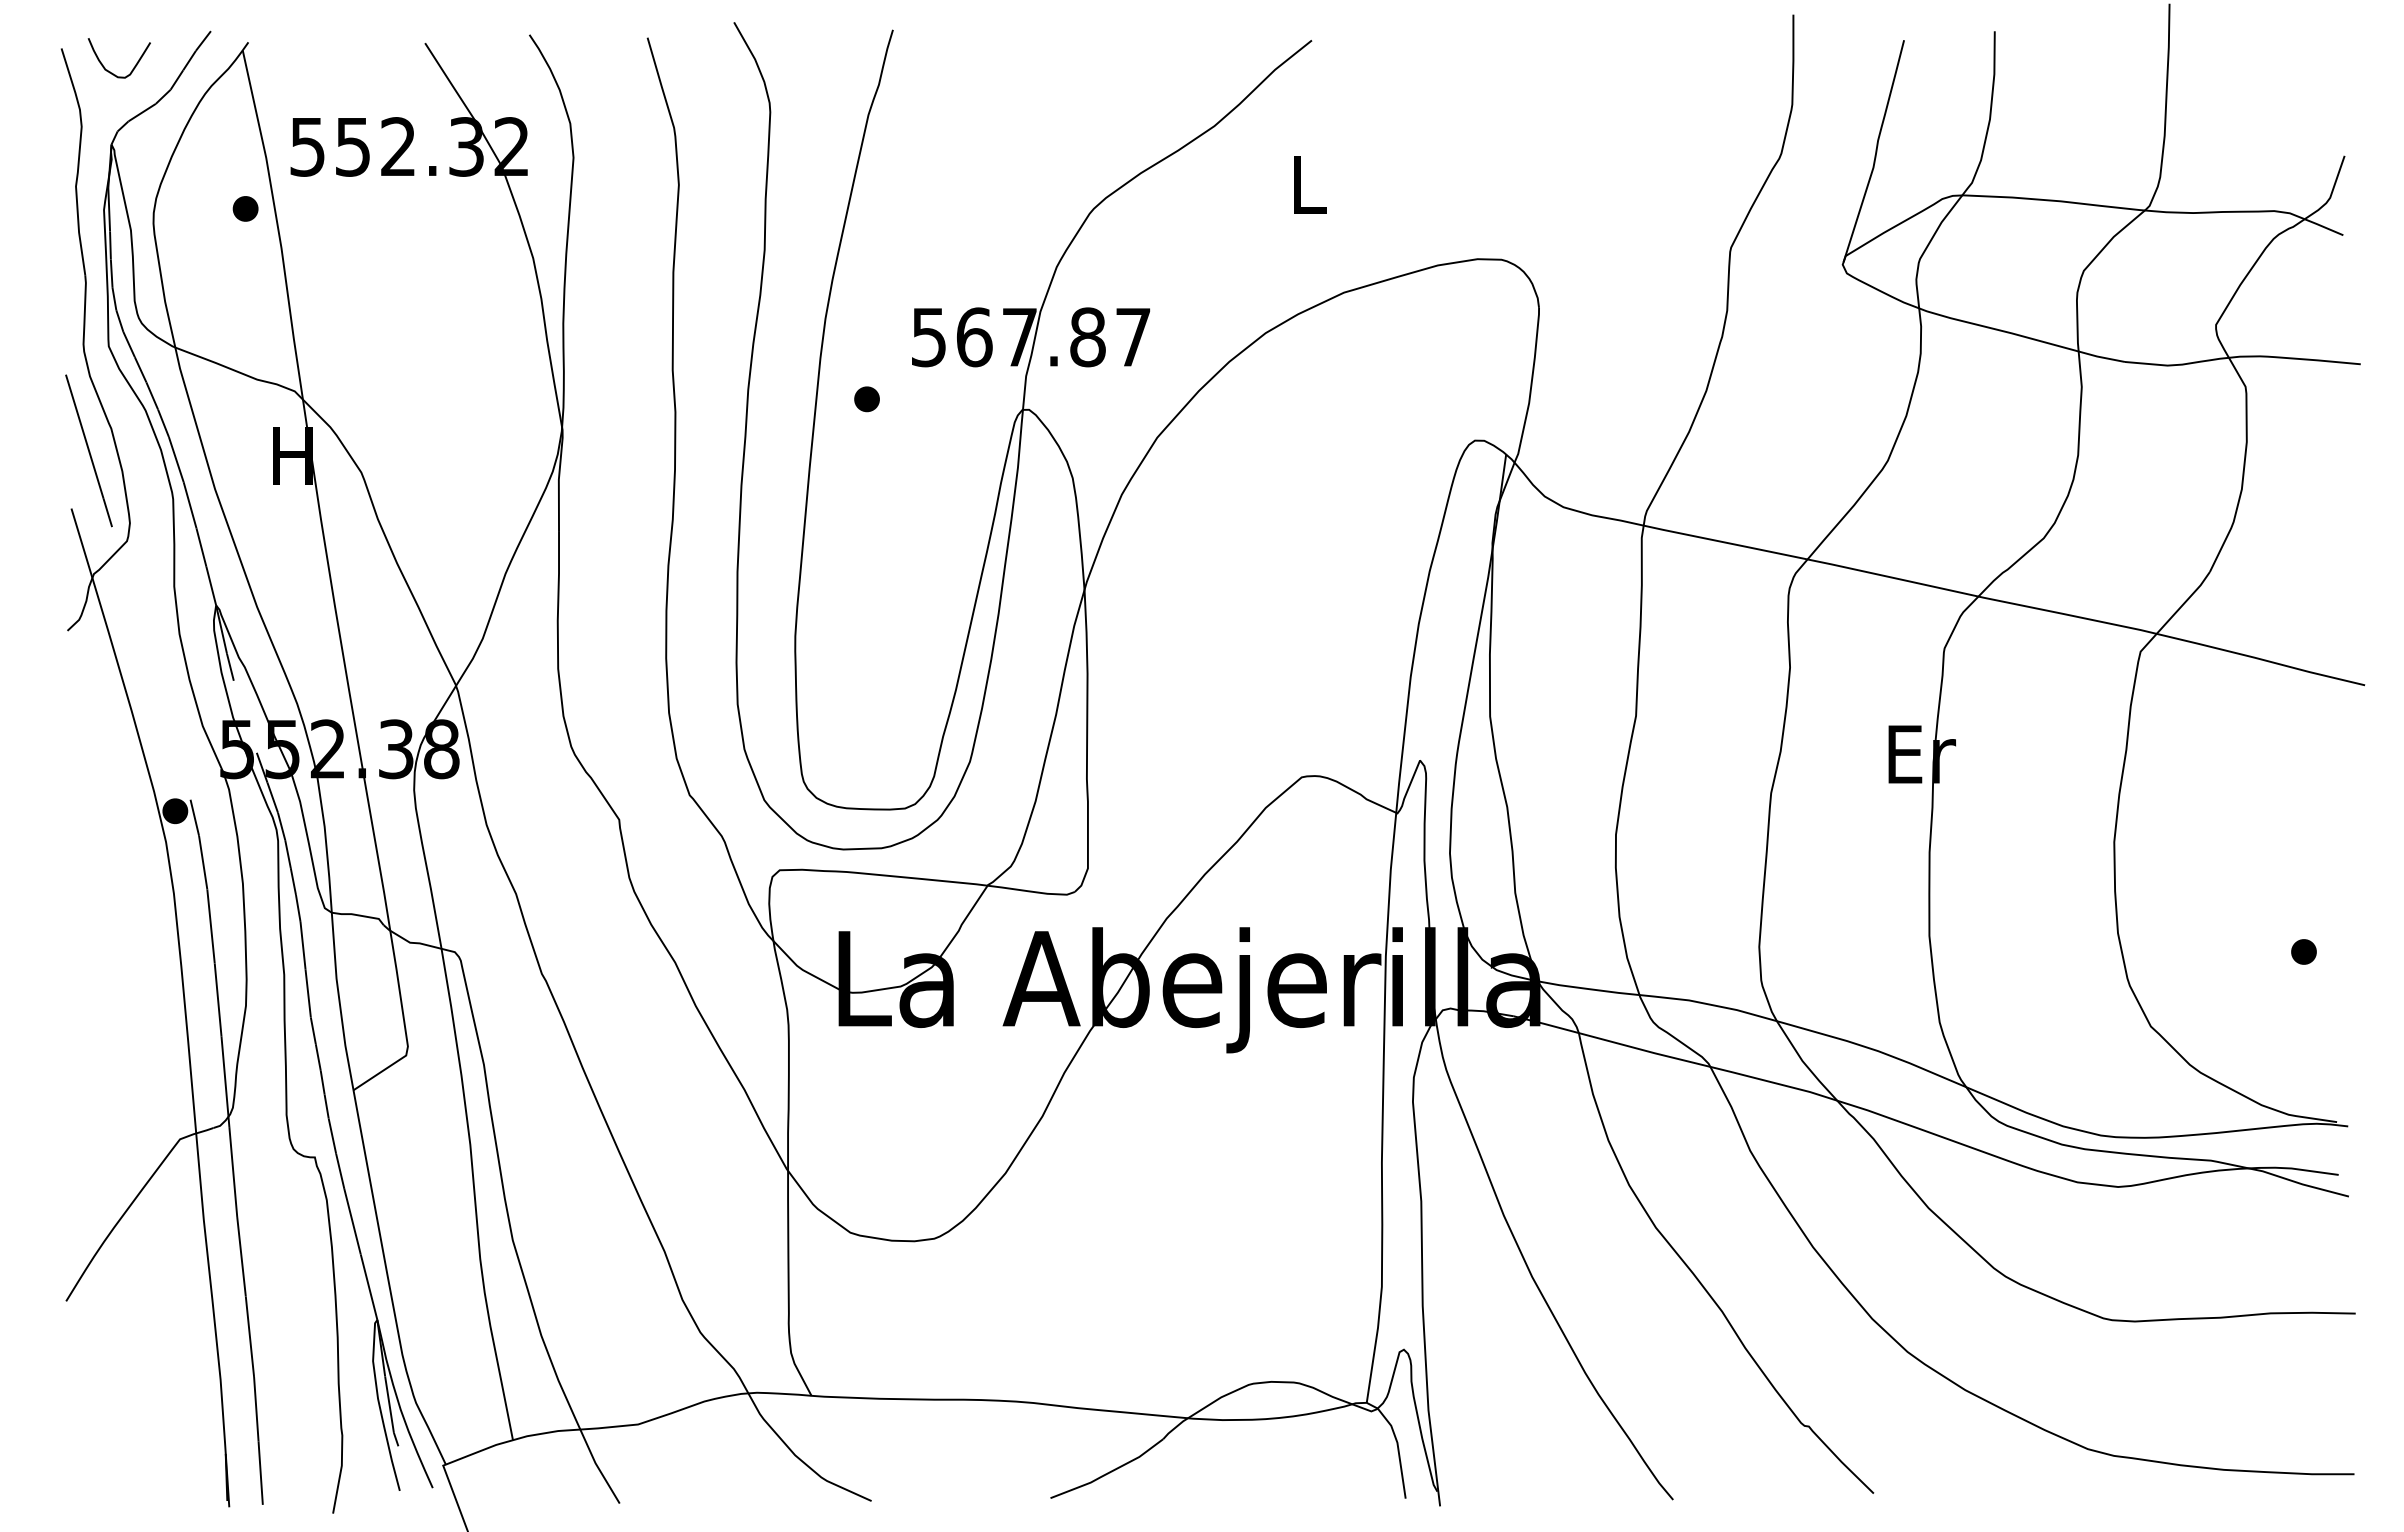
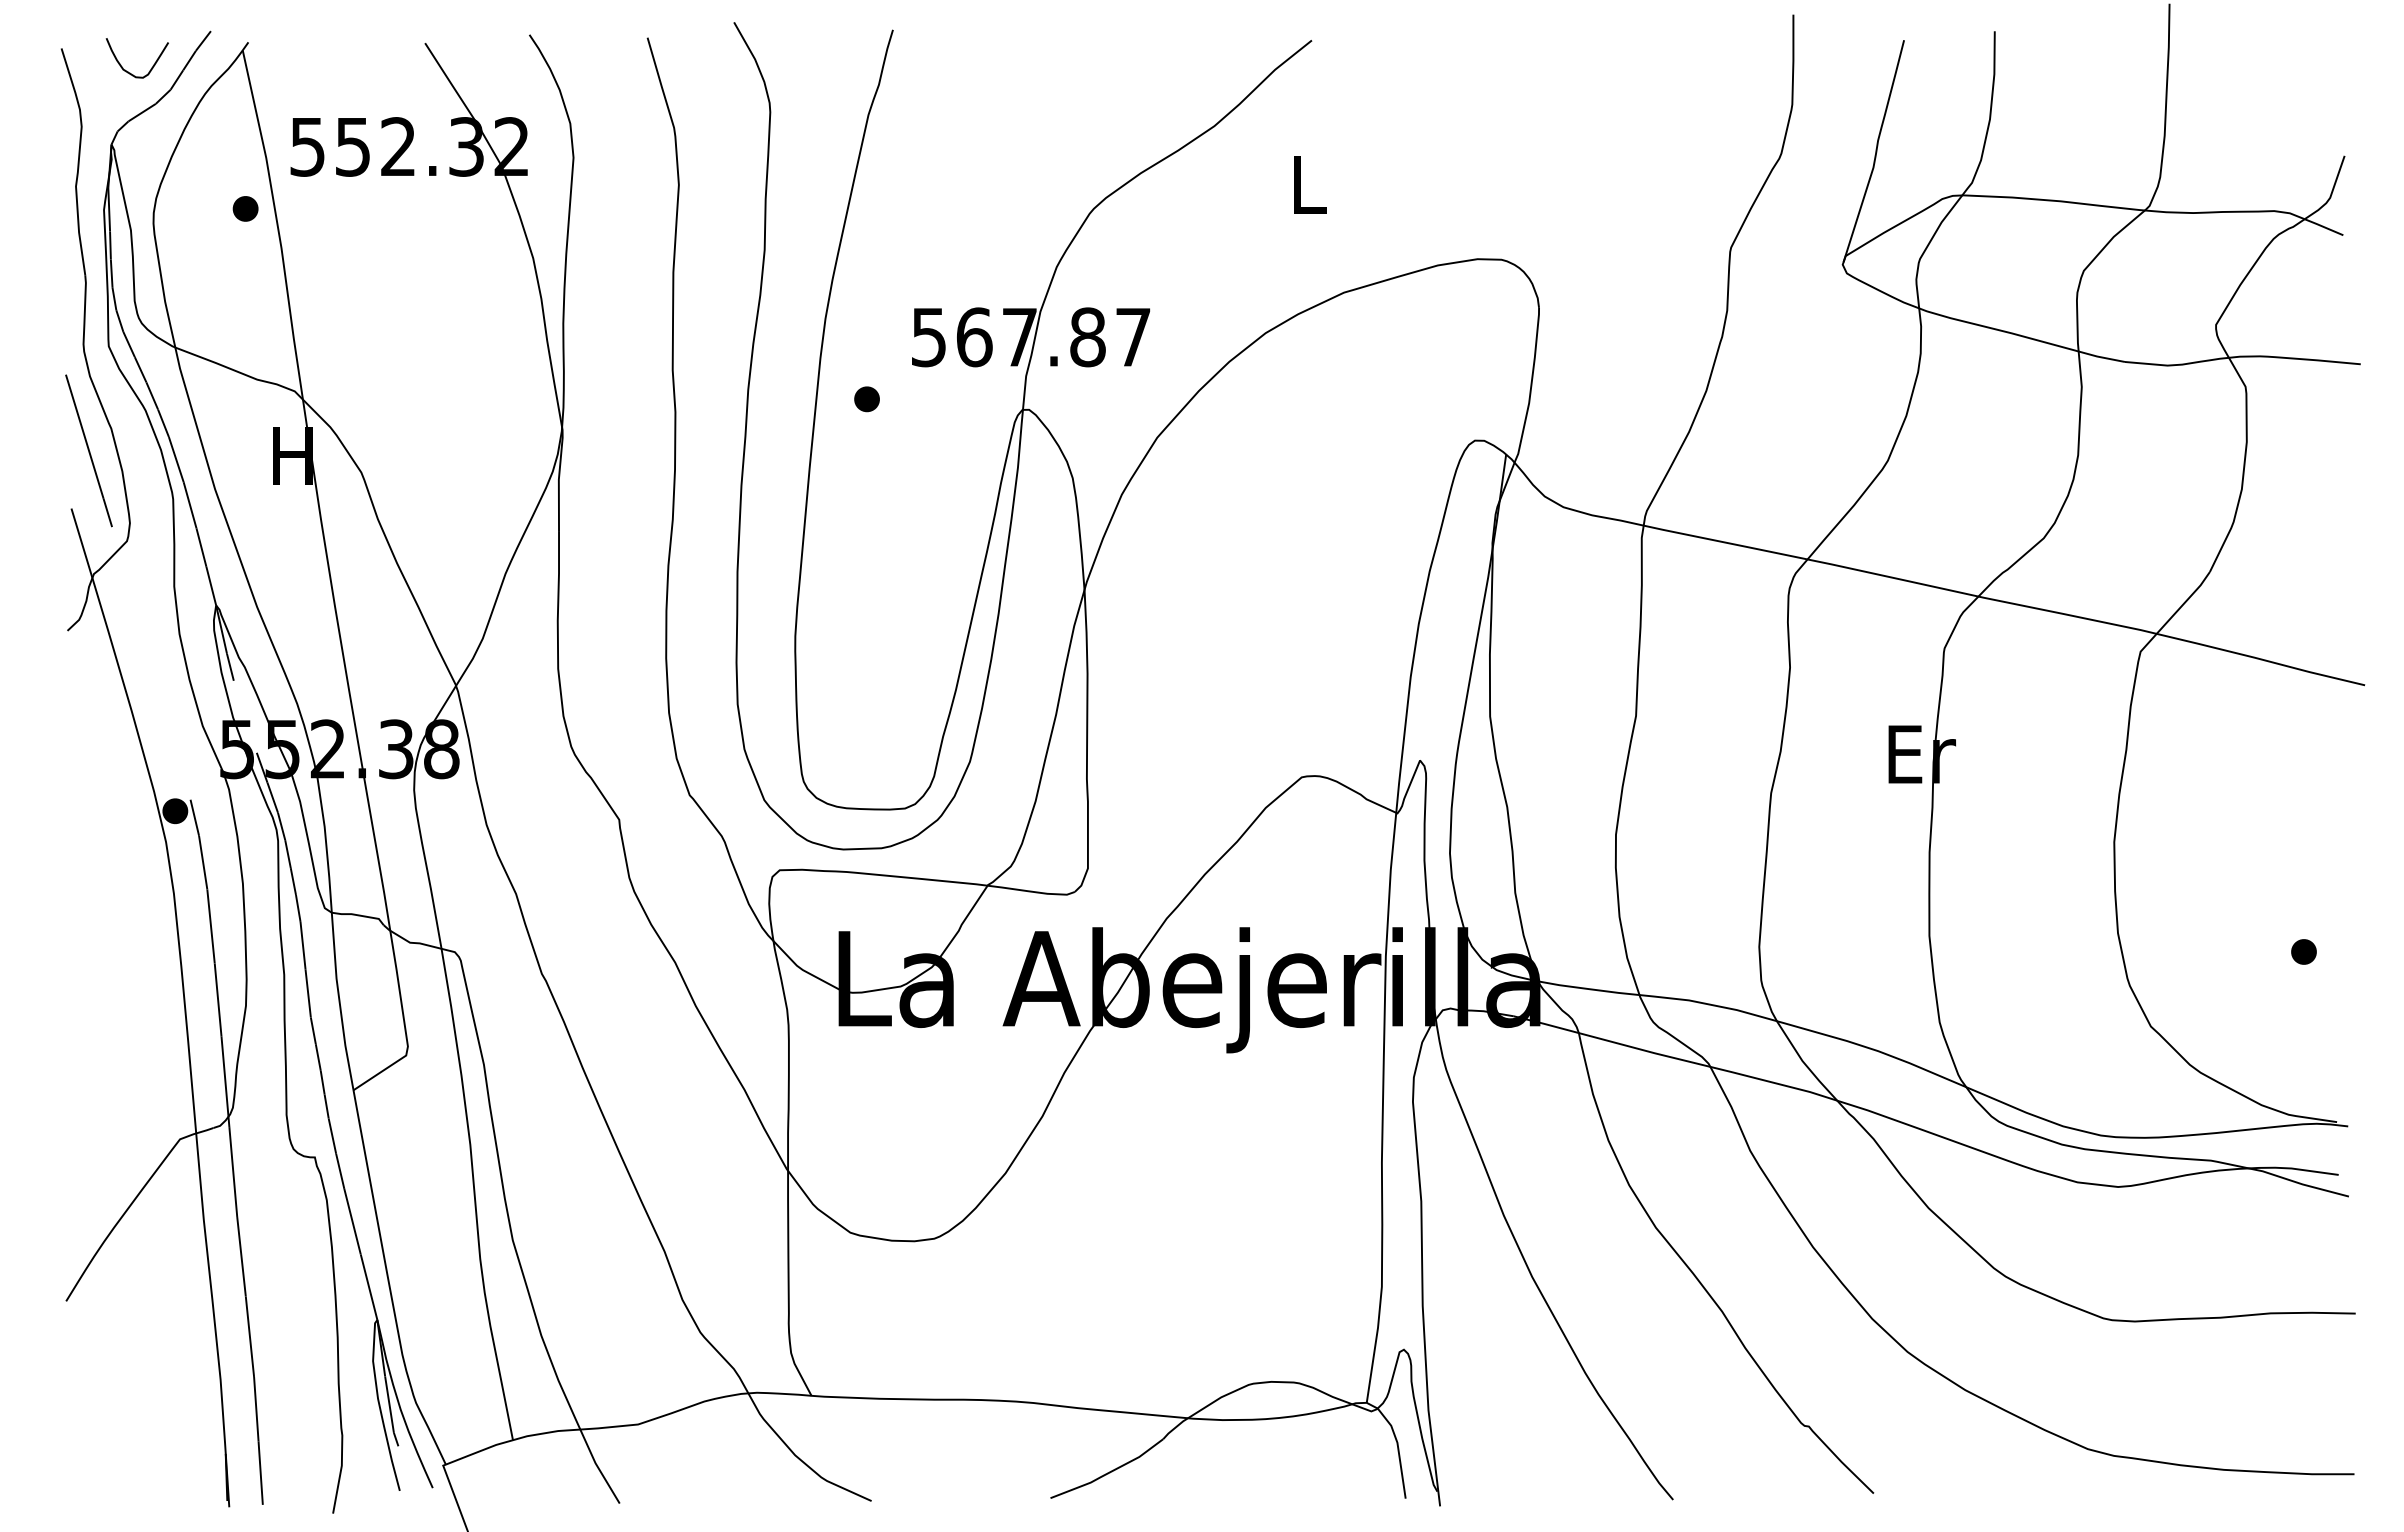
curve at (112, 72) position: (112, 72) -> (130, 72)
